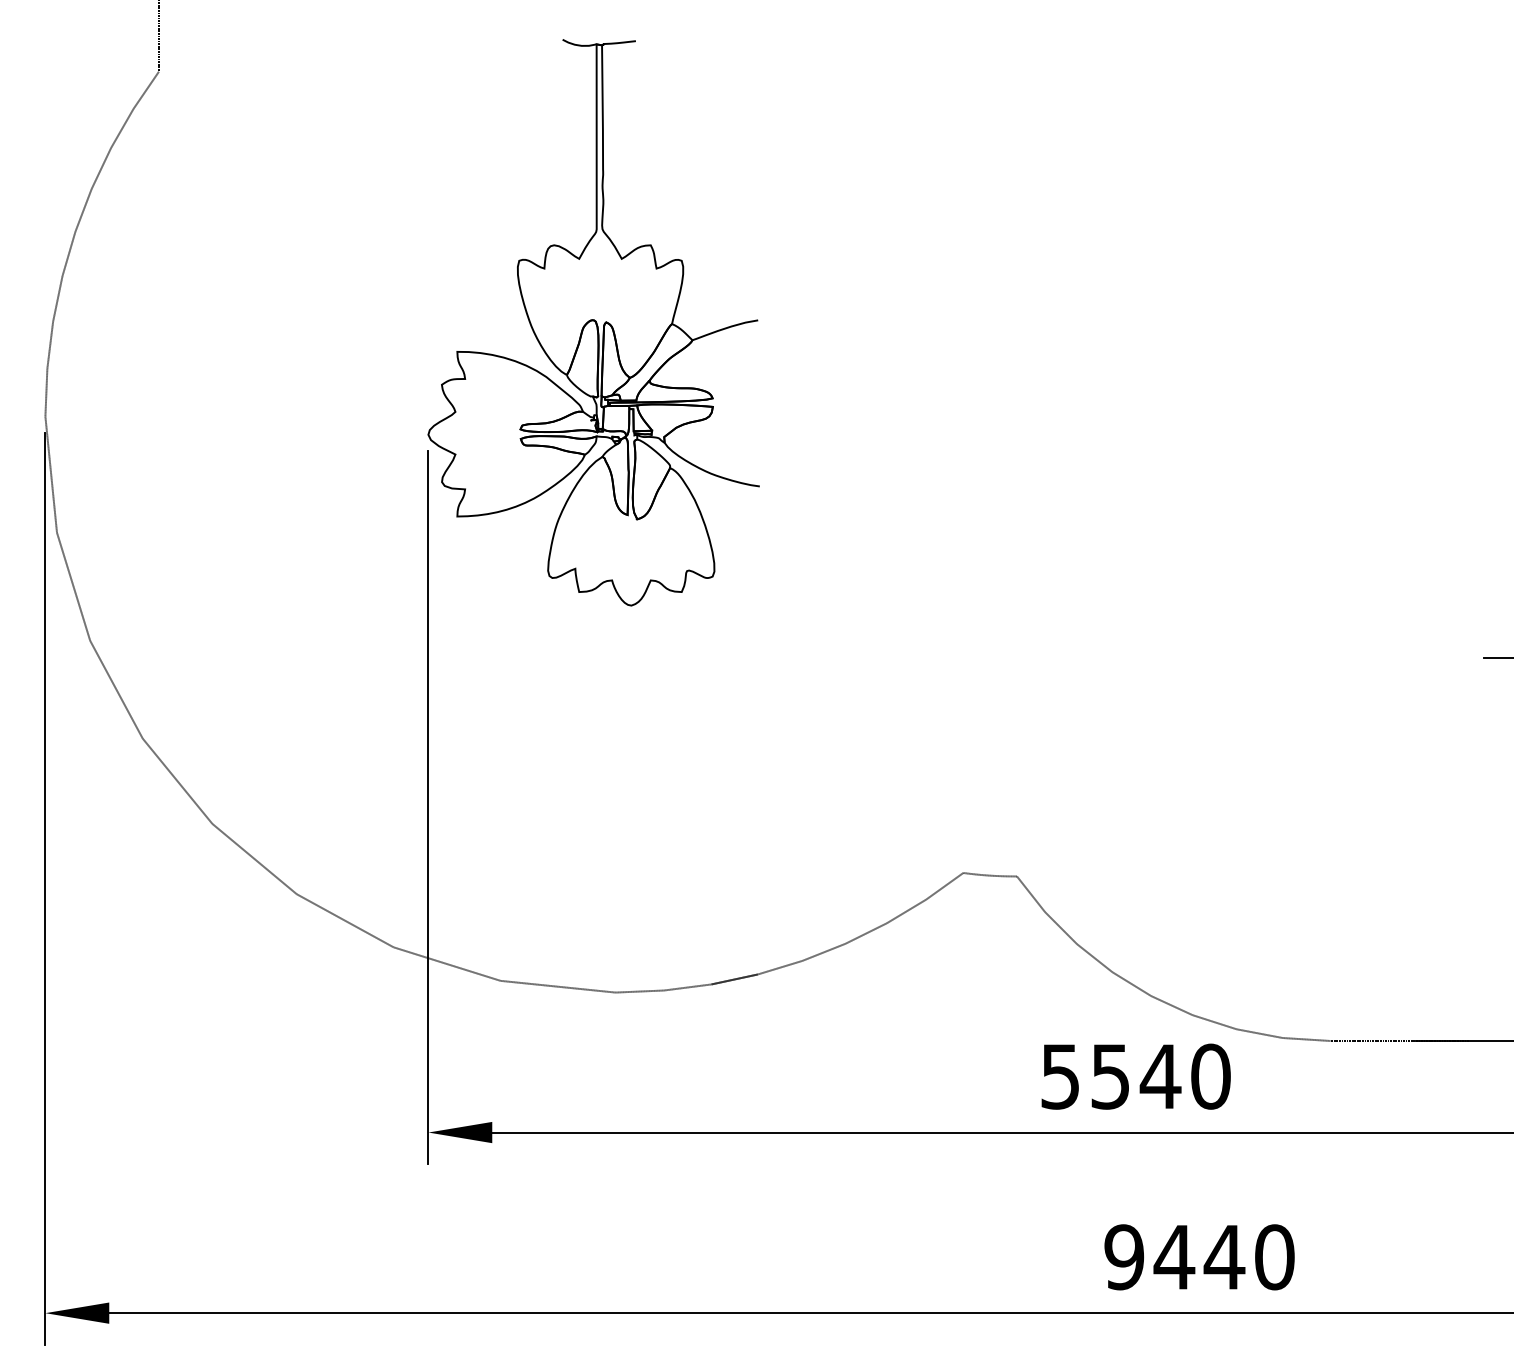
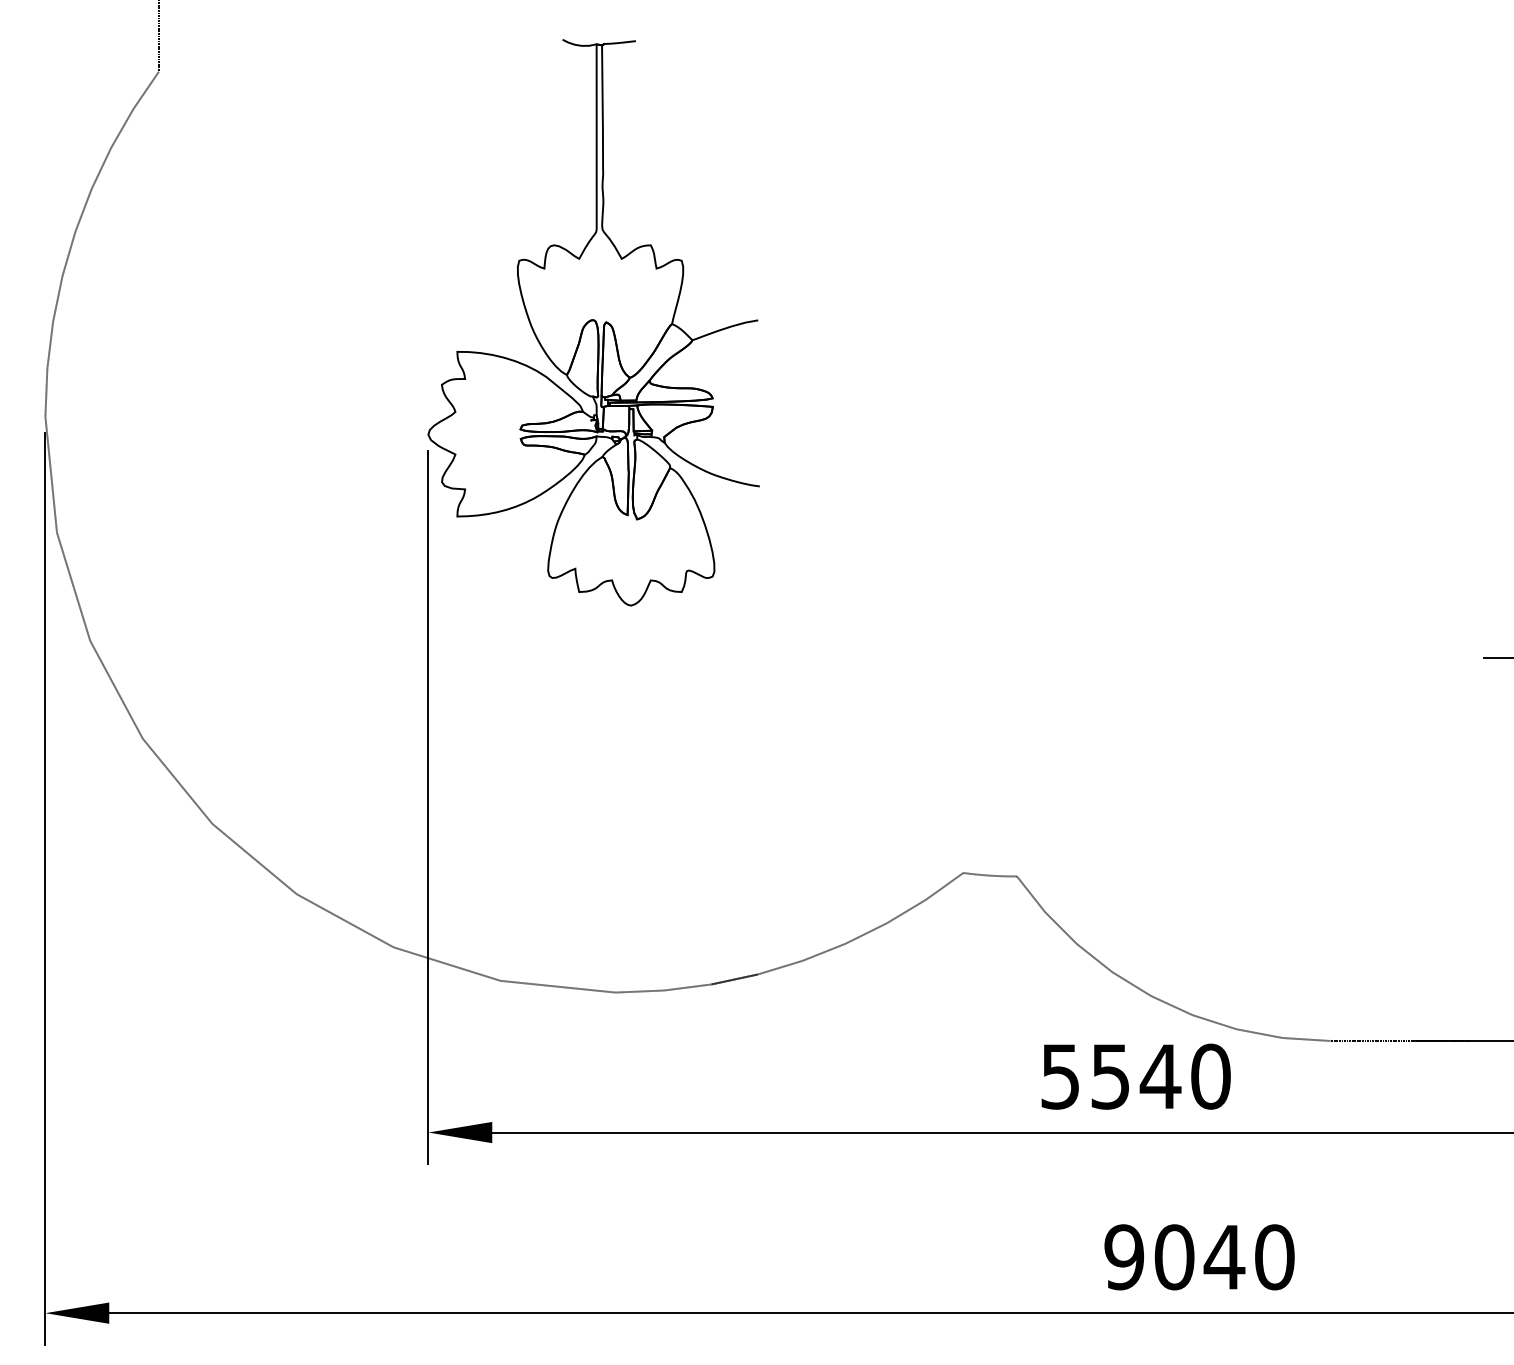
text at (1174, 1257): 9440 -> 9040
